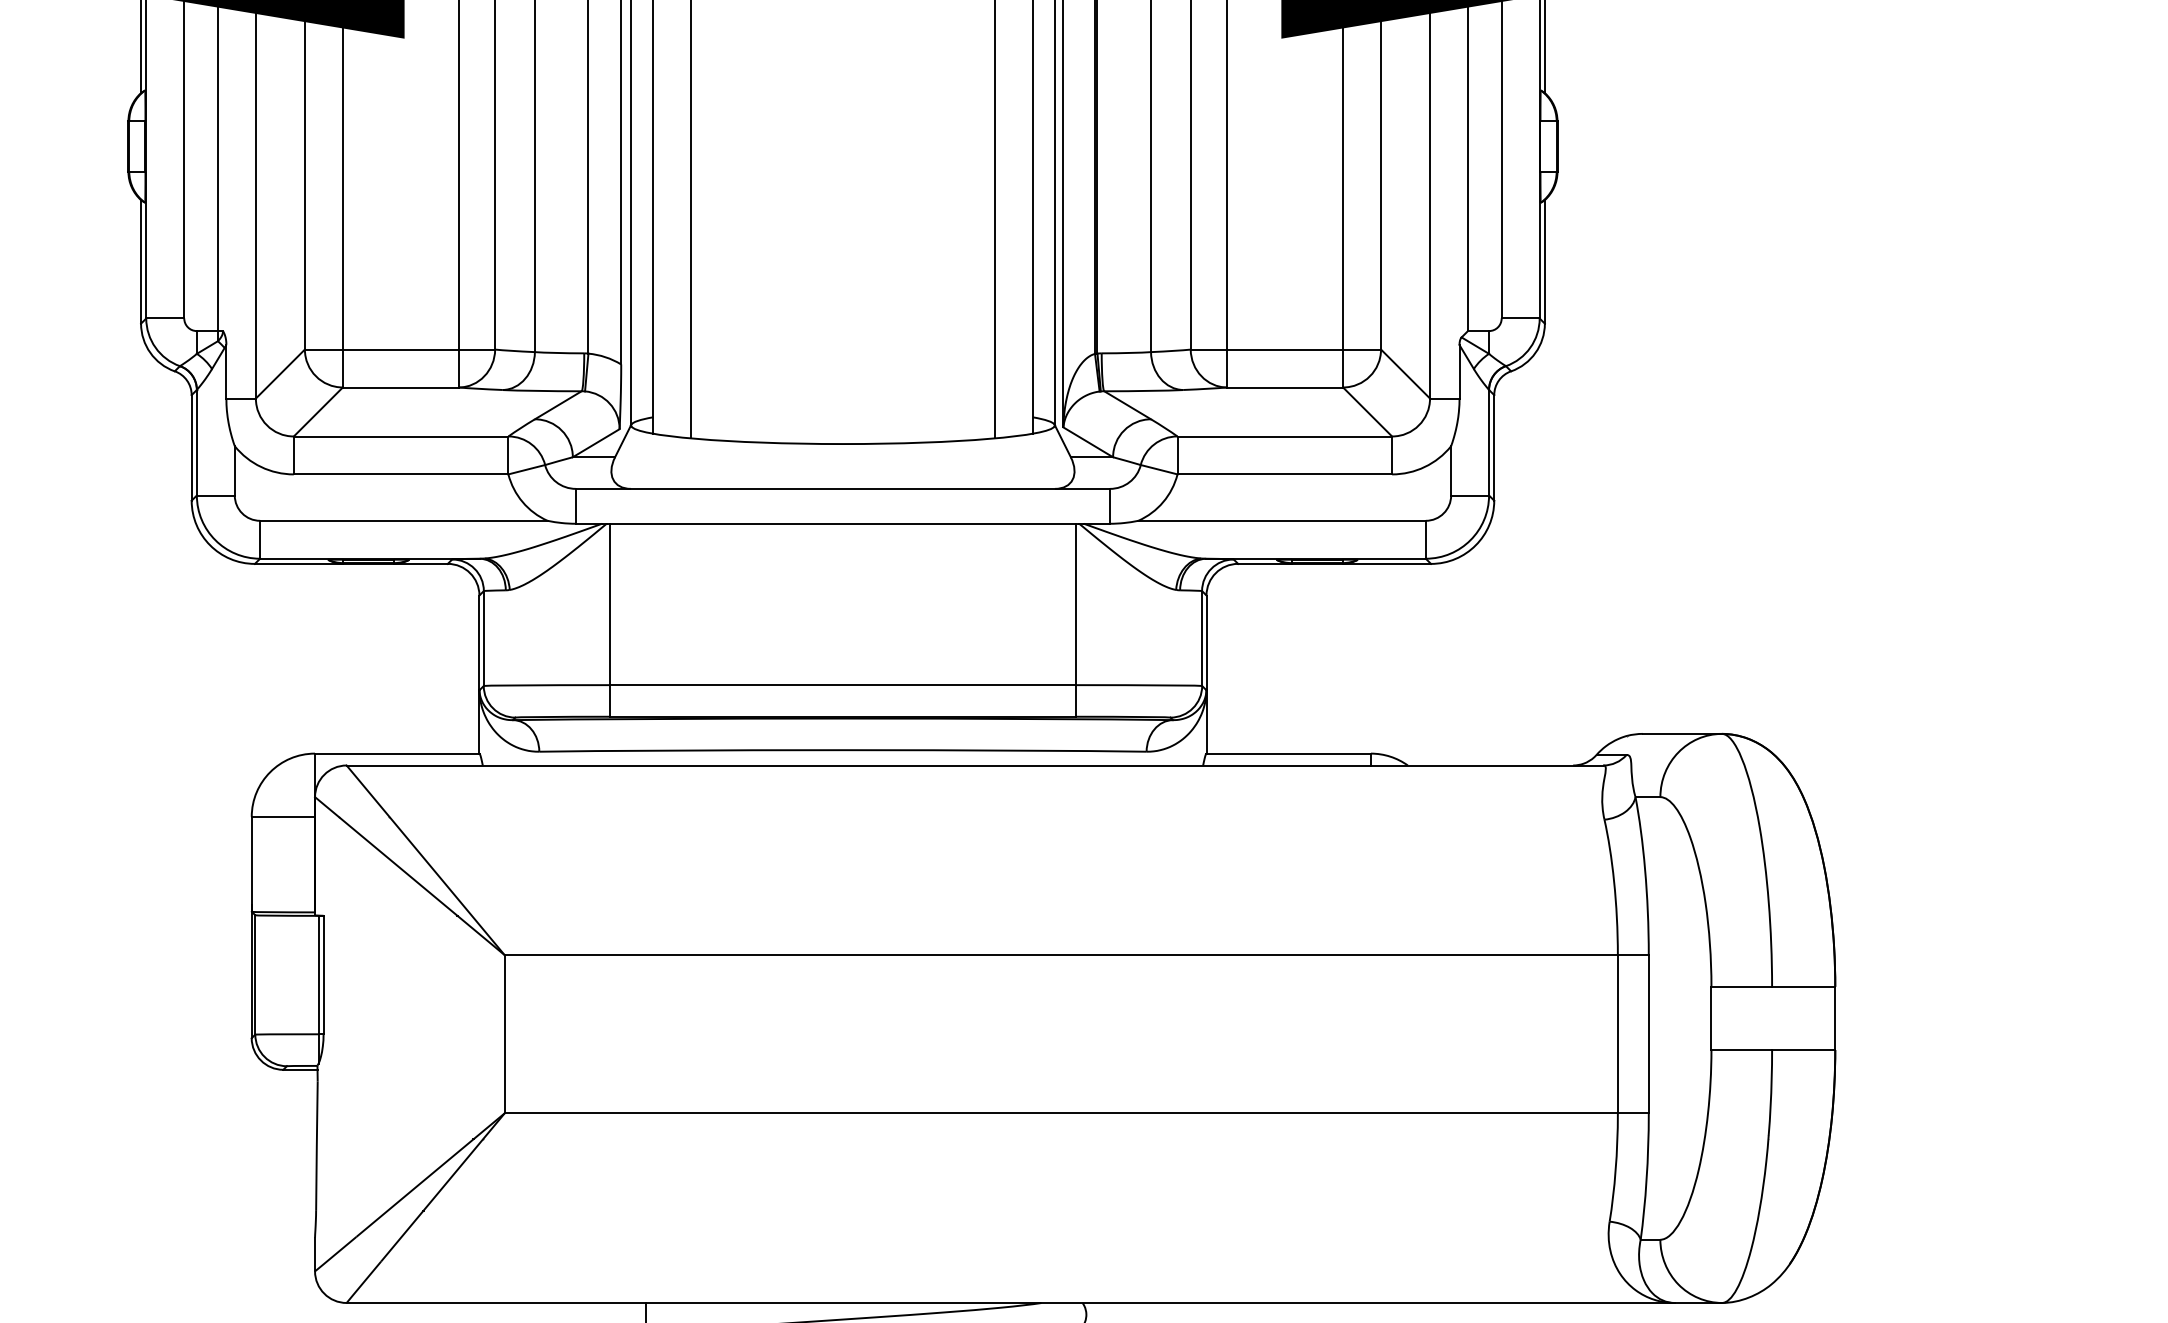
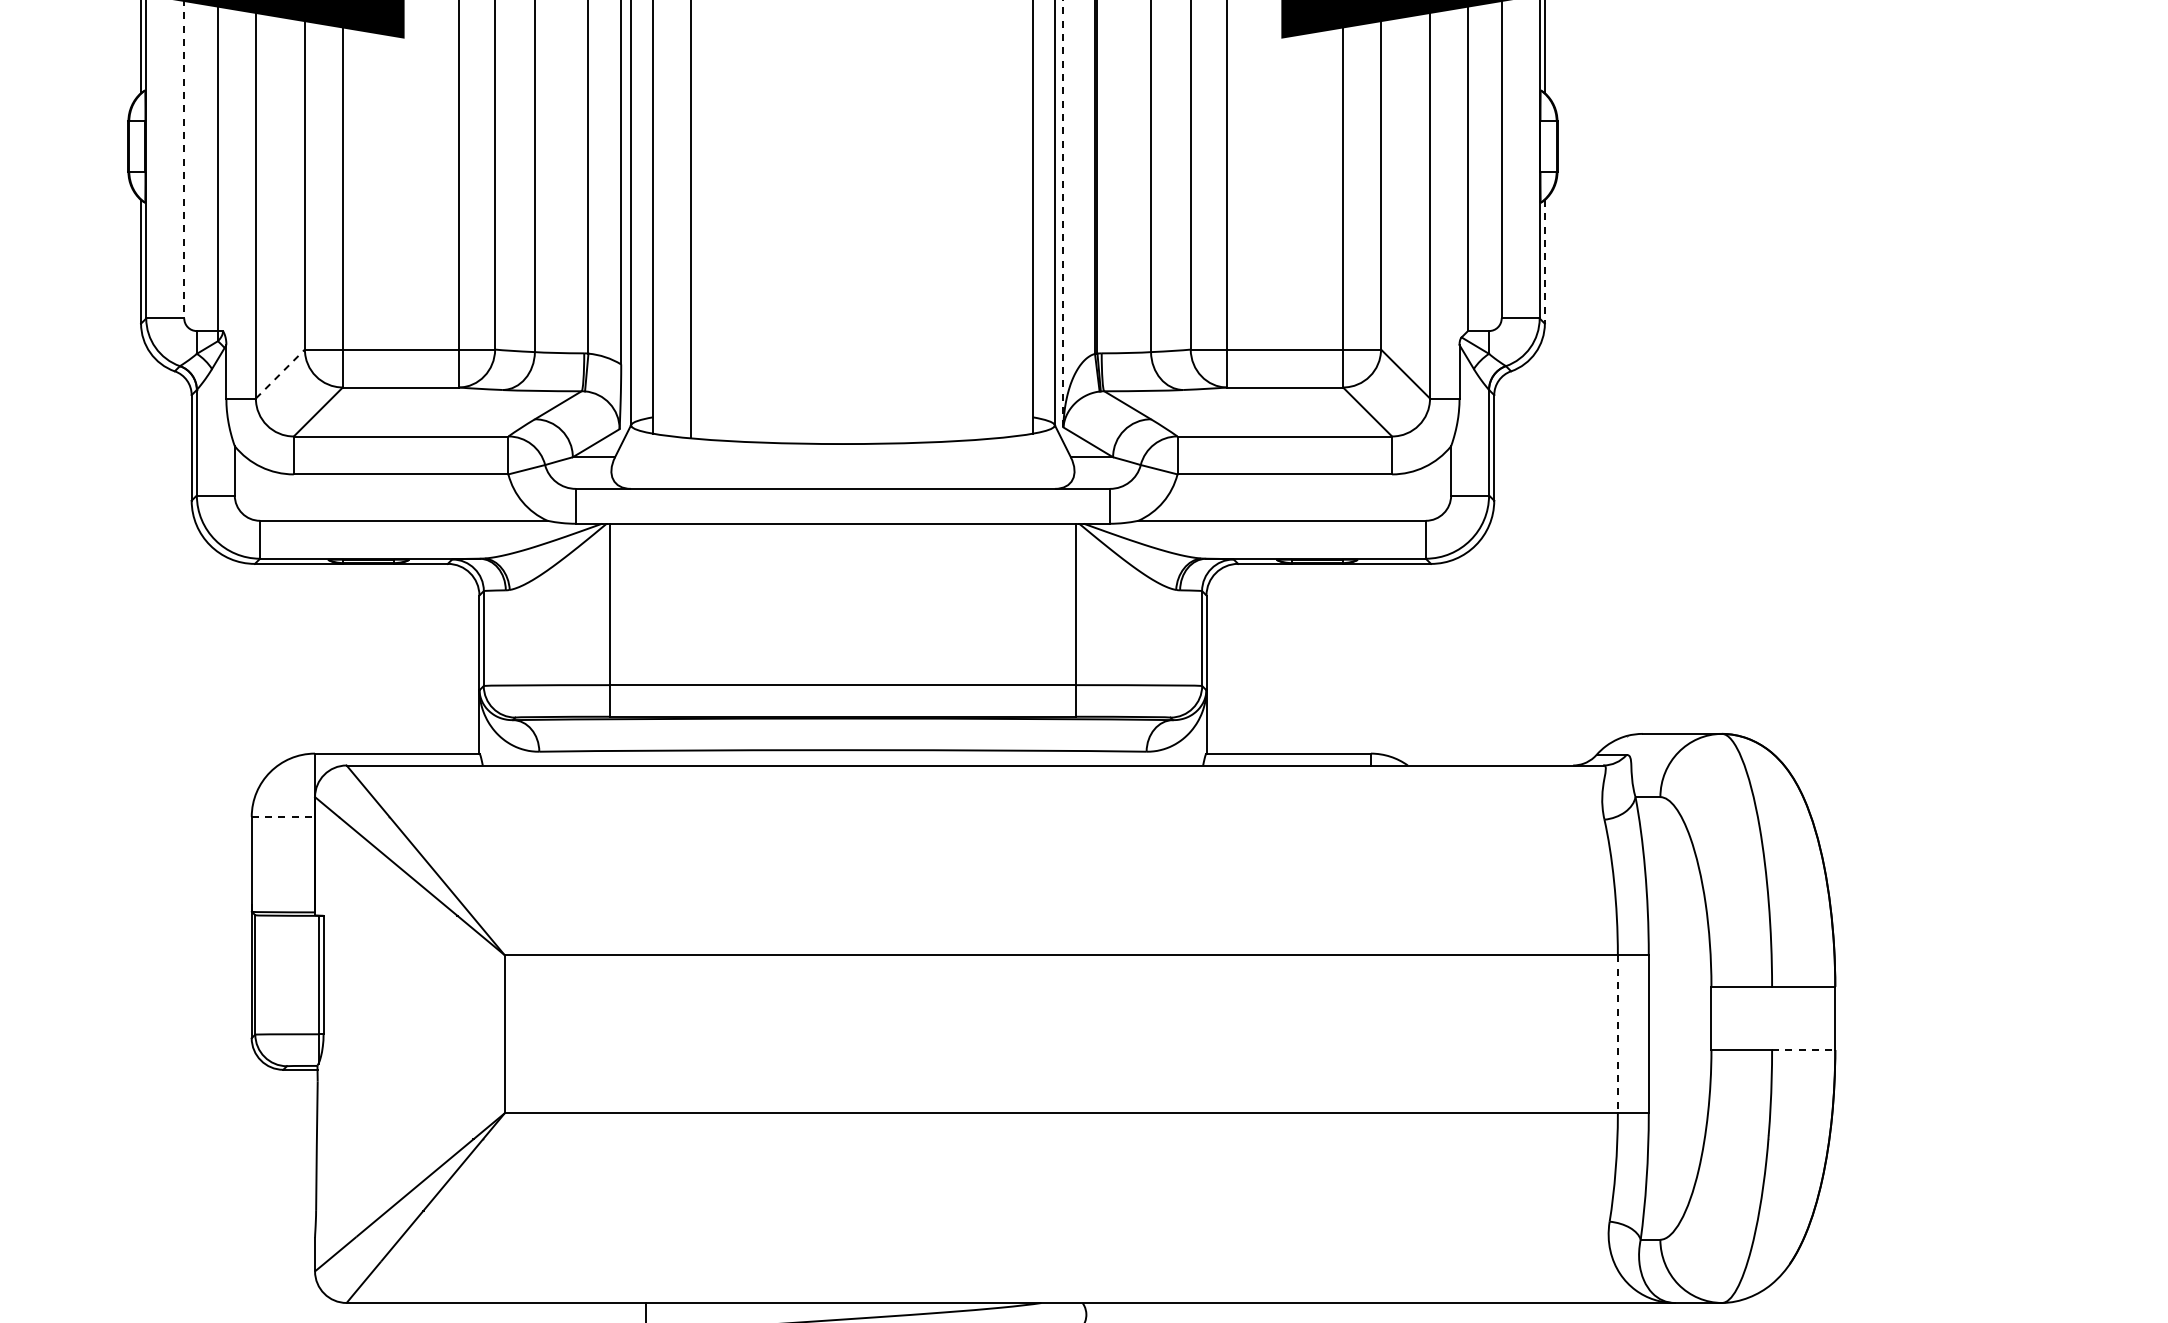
line at (184, 159): solid -> dashed
line at (1063, 213): solid -> dashed
line at (994, 220): present -> none
line at (1544, 261): solid -> dashed
line at (280, 374): solid -> dashed
line at (283, 816): solid -> dashed
line at (1617, 1034): solid -> dashed
line at (1803, 1050): solid -> dashed
